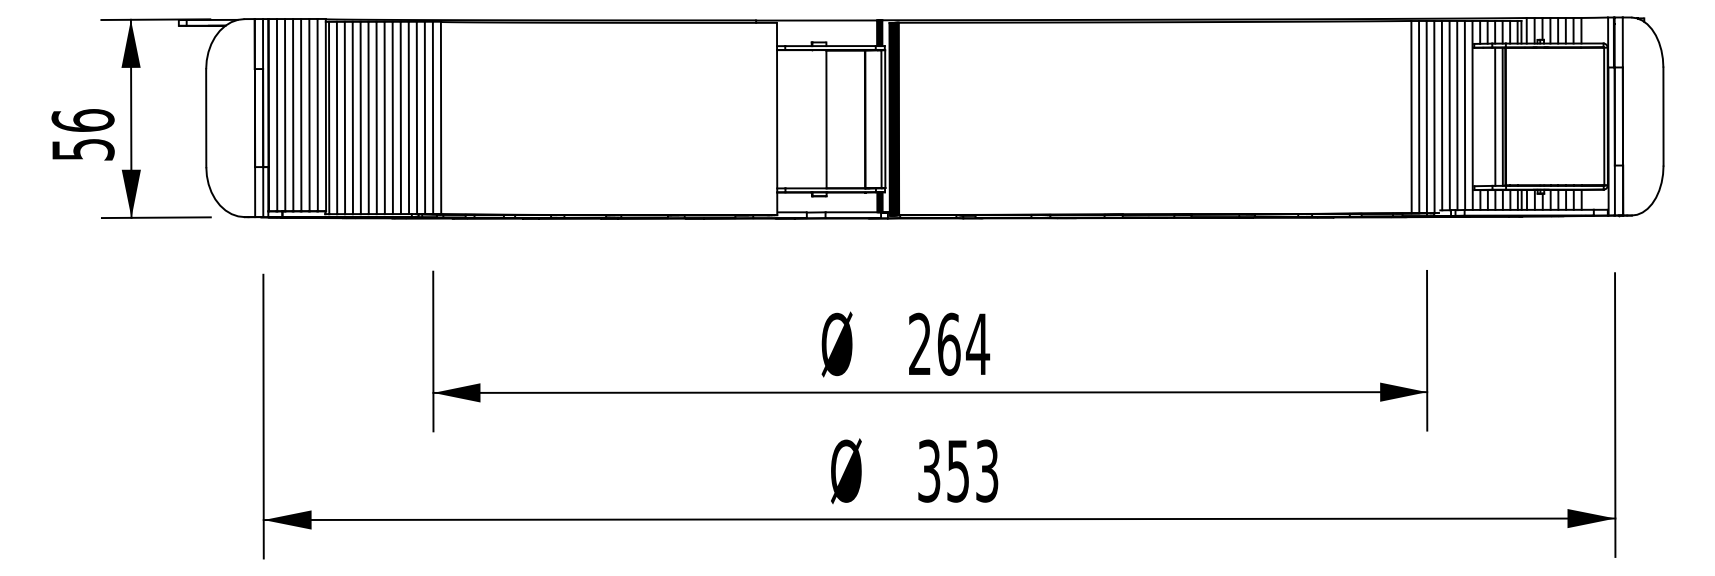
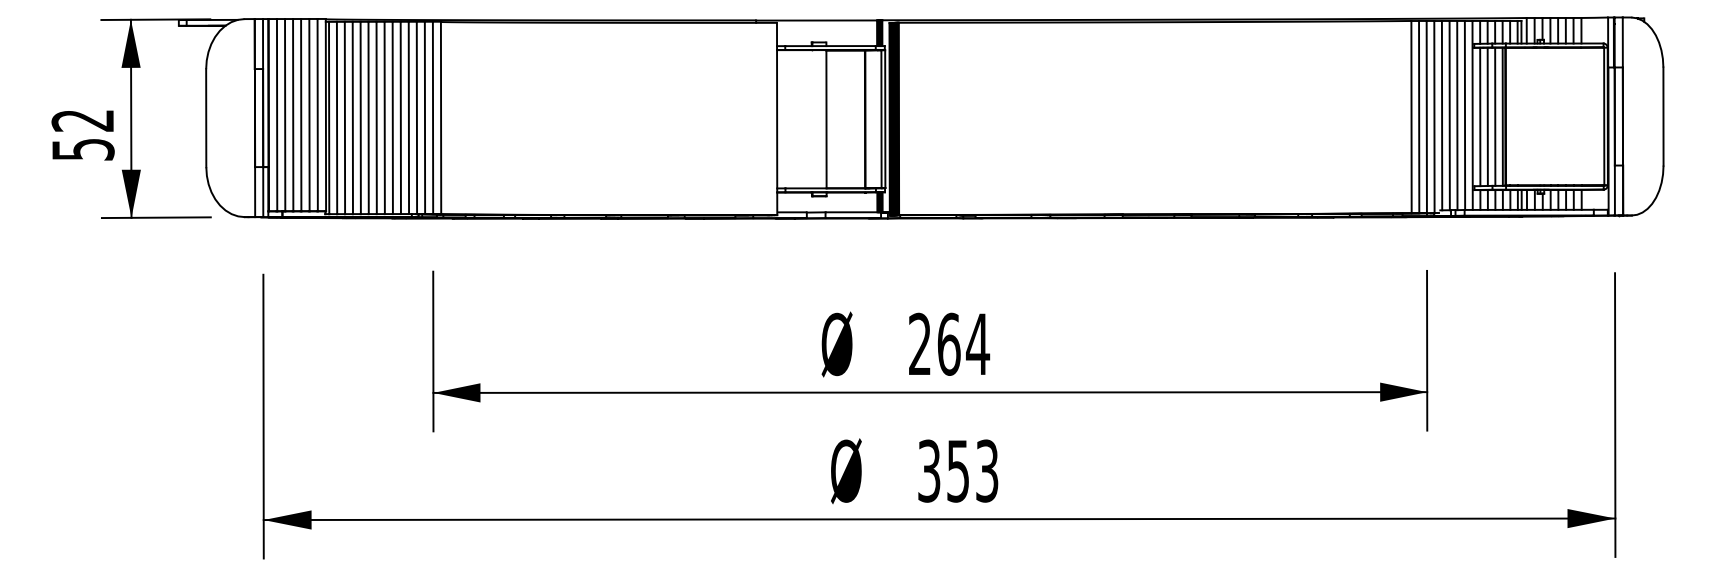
line at (1480, 116): none -> present
line at (1487, 116): none -> present
text at (82, 120): 56 -> 52
